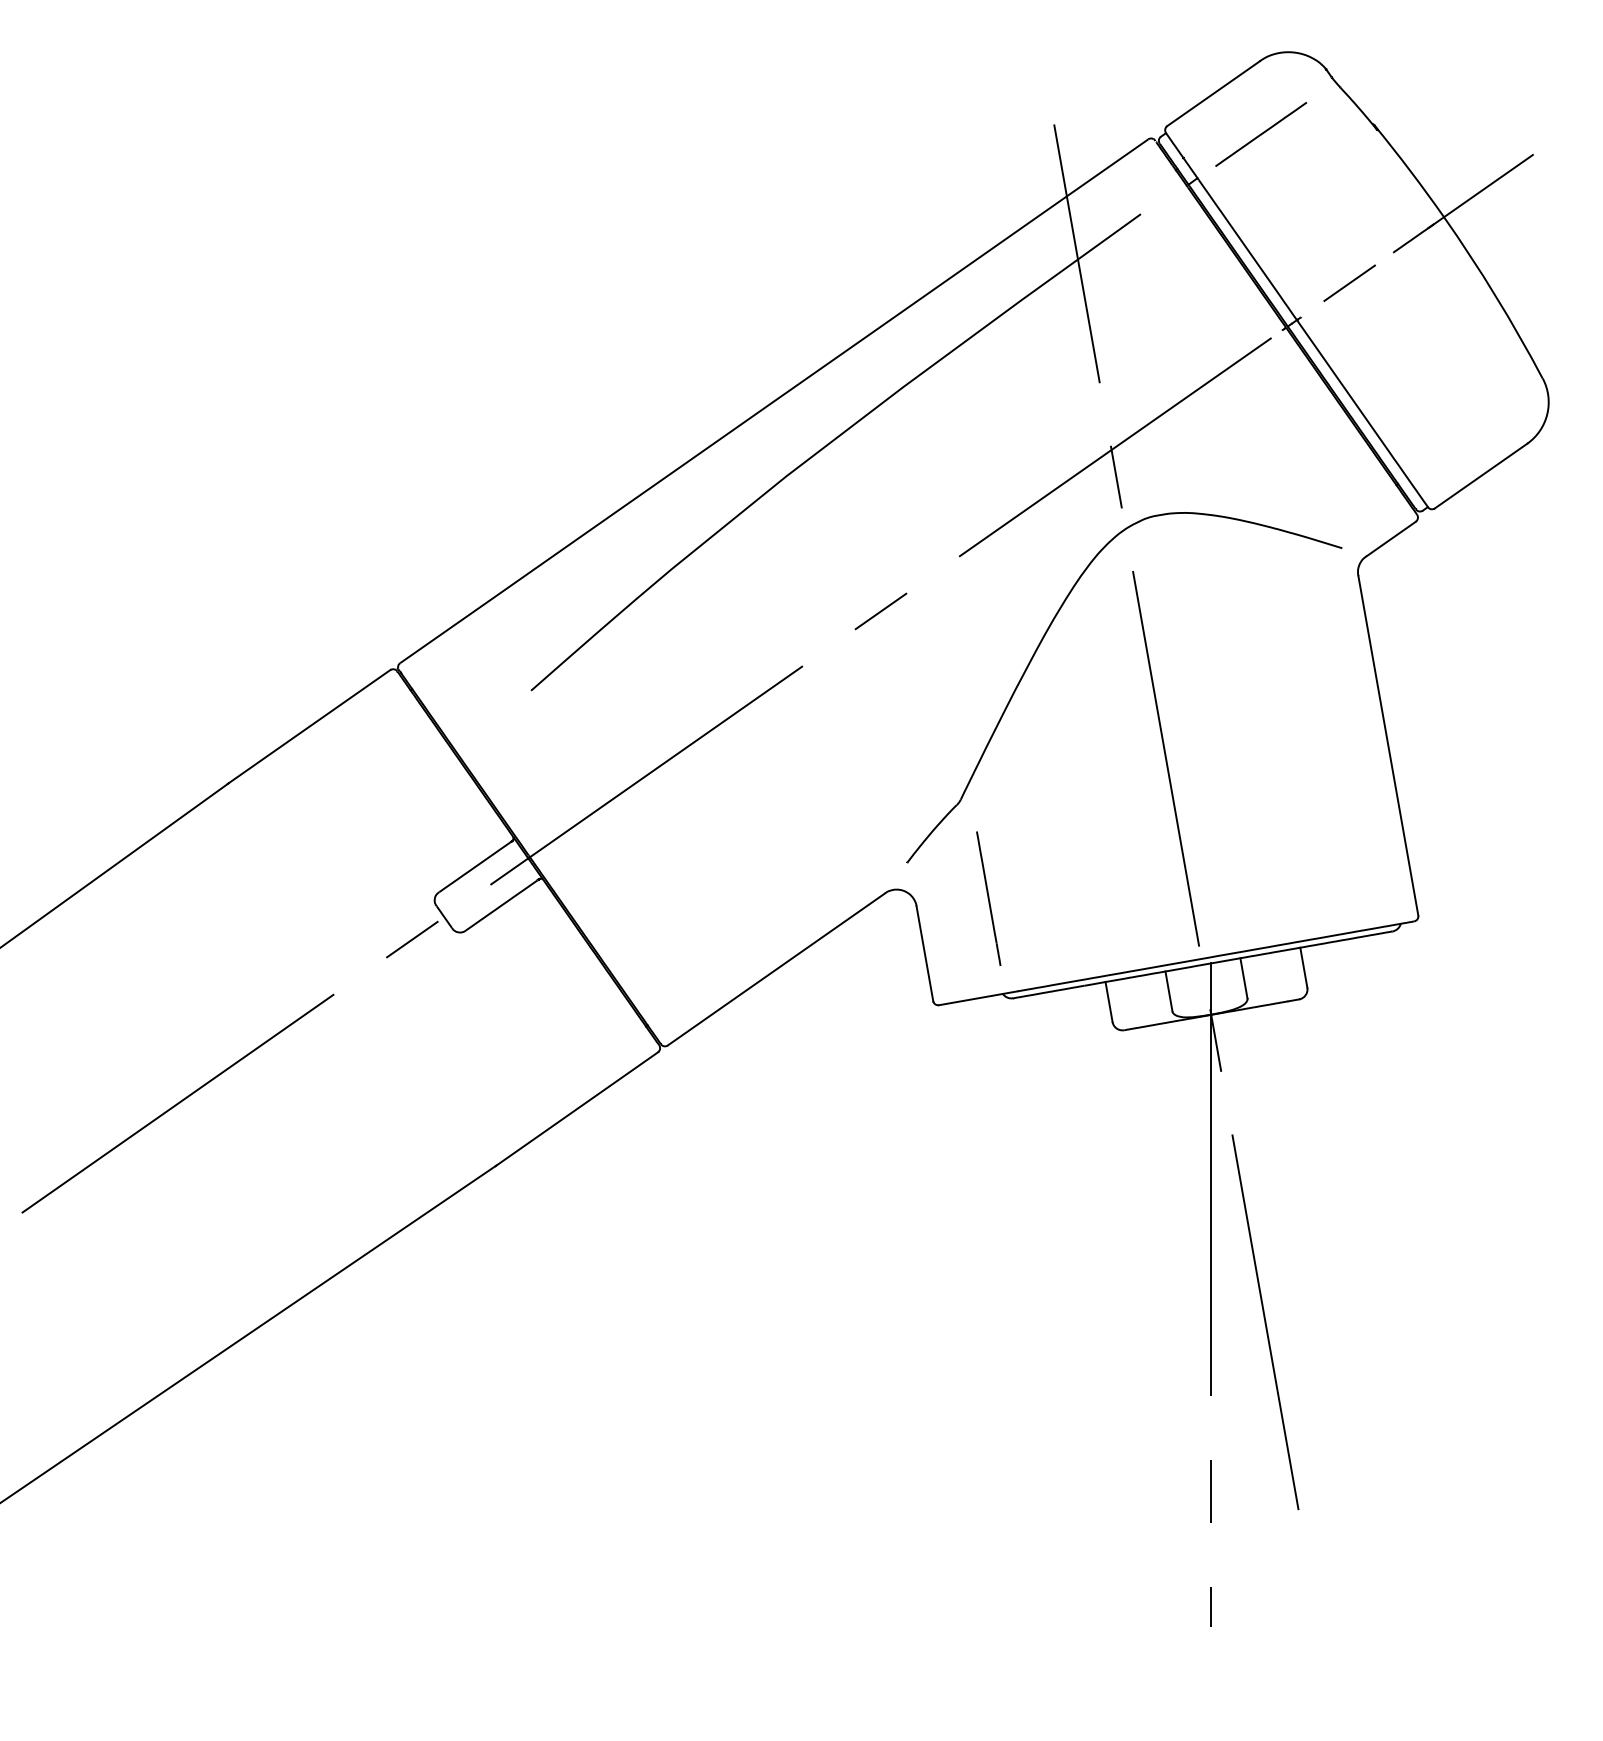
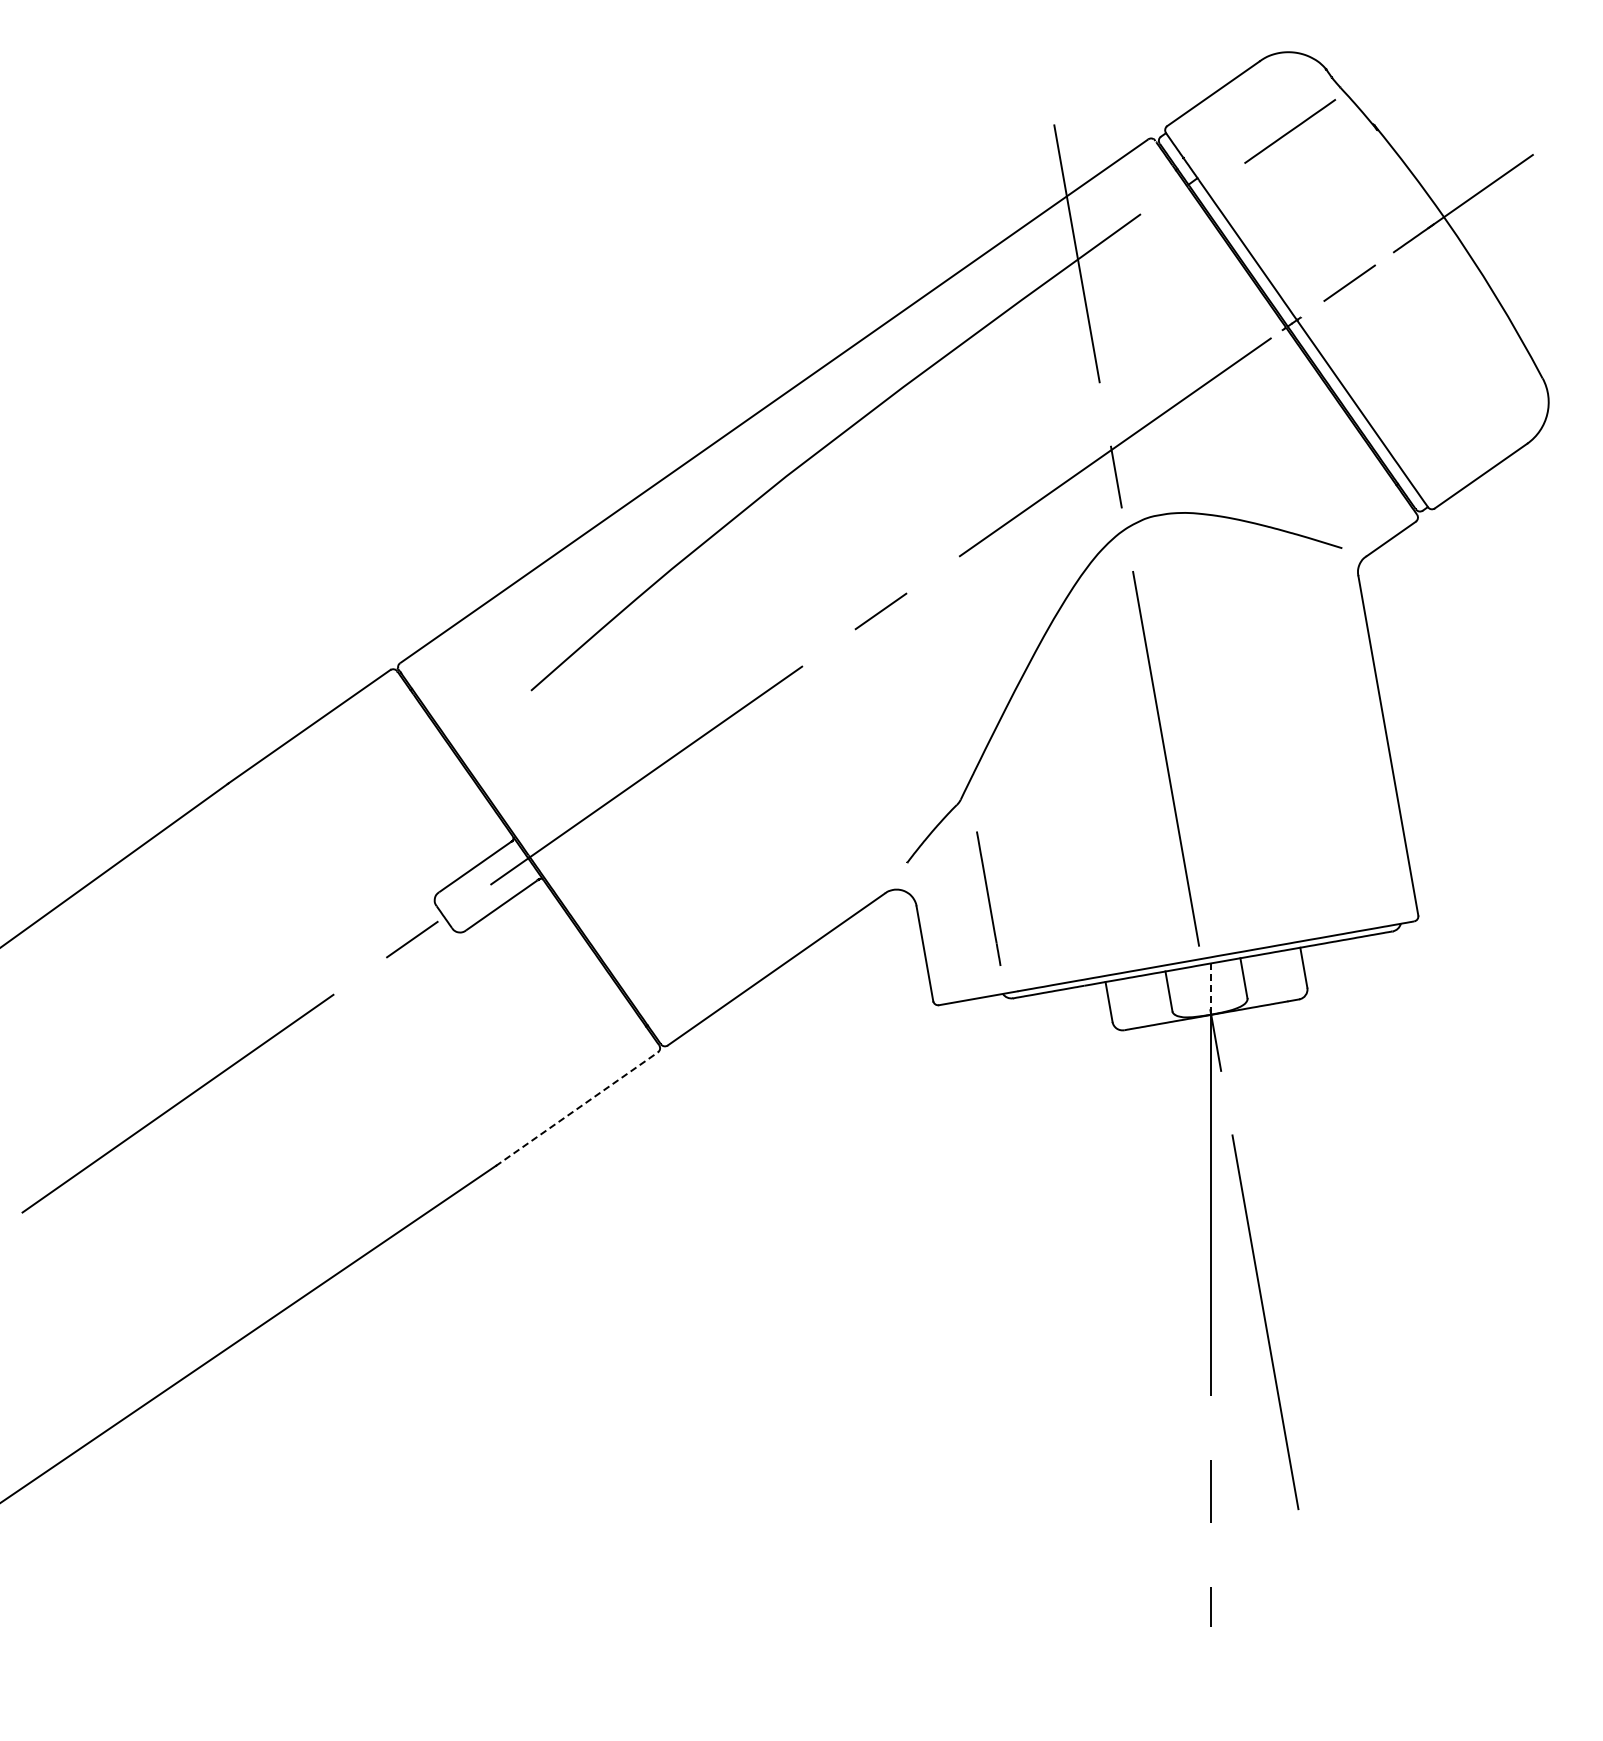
line at (1261, 134) position: (1261, 134) -> (1290, 131)
line at (1211, 988): solid -> dashed
line at (577, 1108): solid -> dashed
